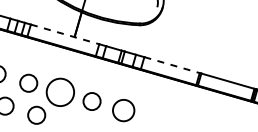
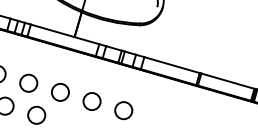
line at (65, 34): dashed -> solid
line at (172, 65): dashed -> solid
circle at (60, 92) diameter: 27 px -> 17 px
circle at (123, 110) size: 24x24 px -> 20x20 px
